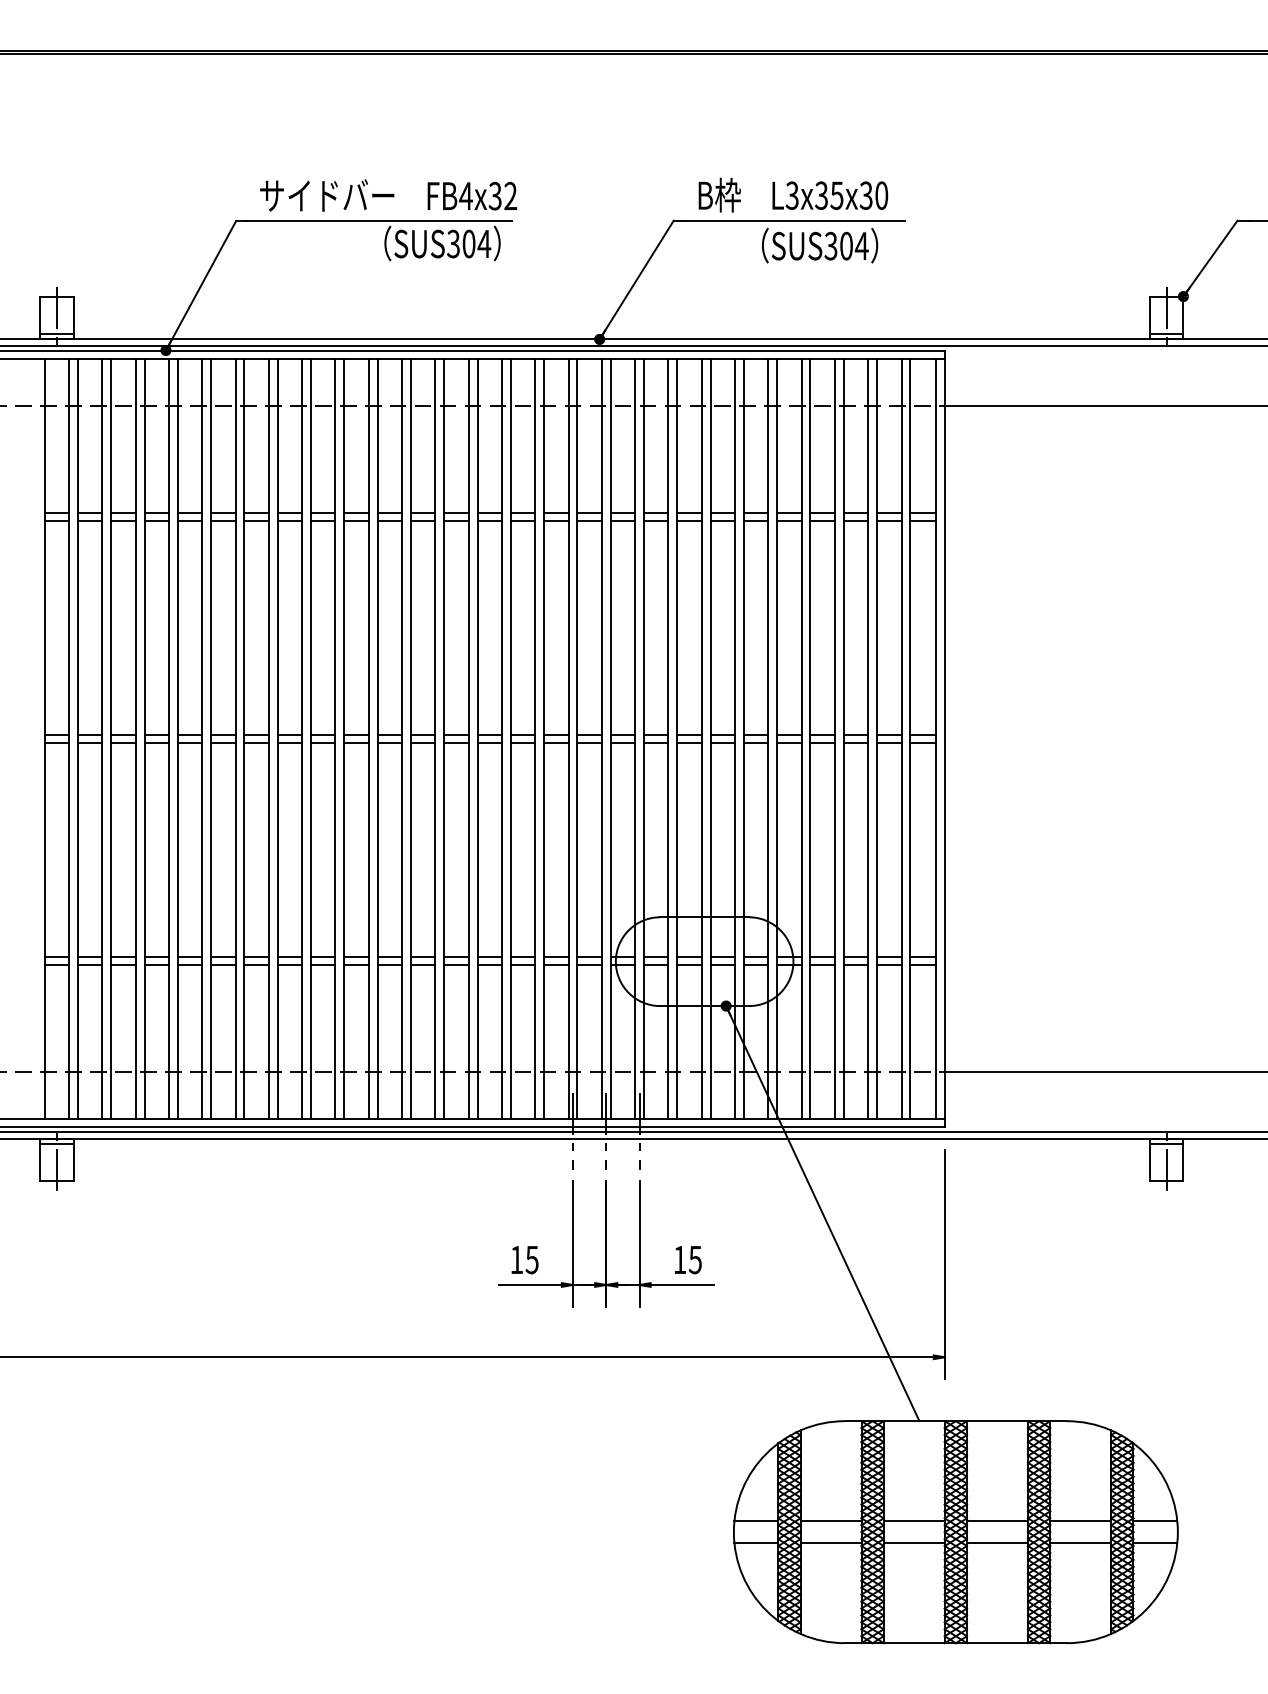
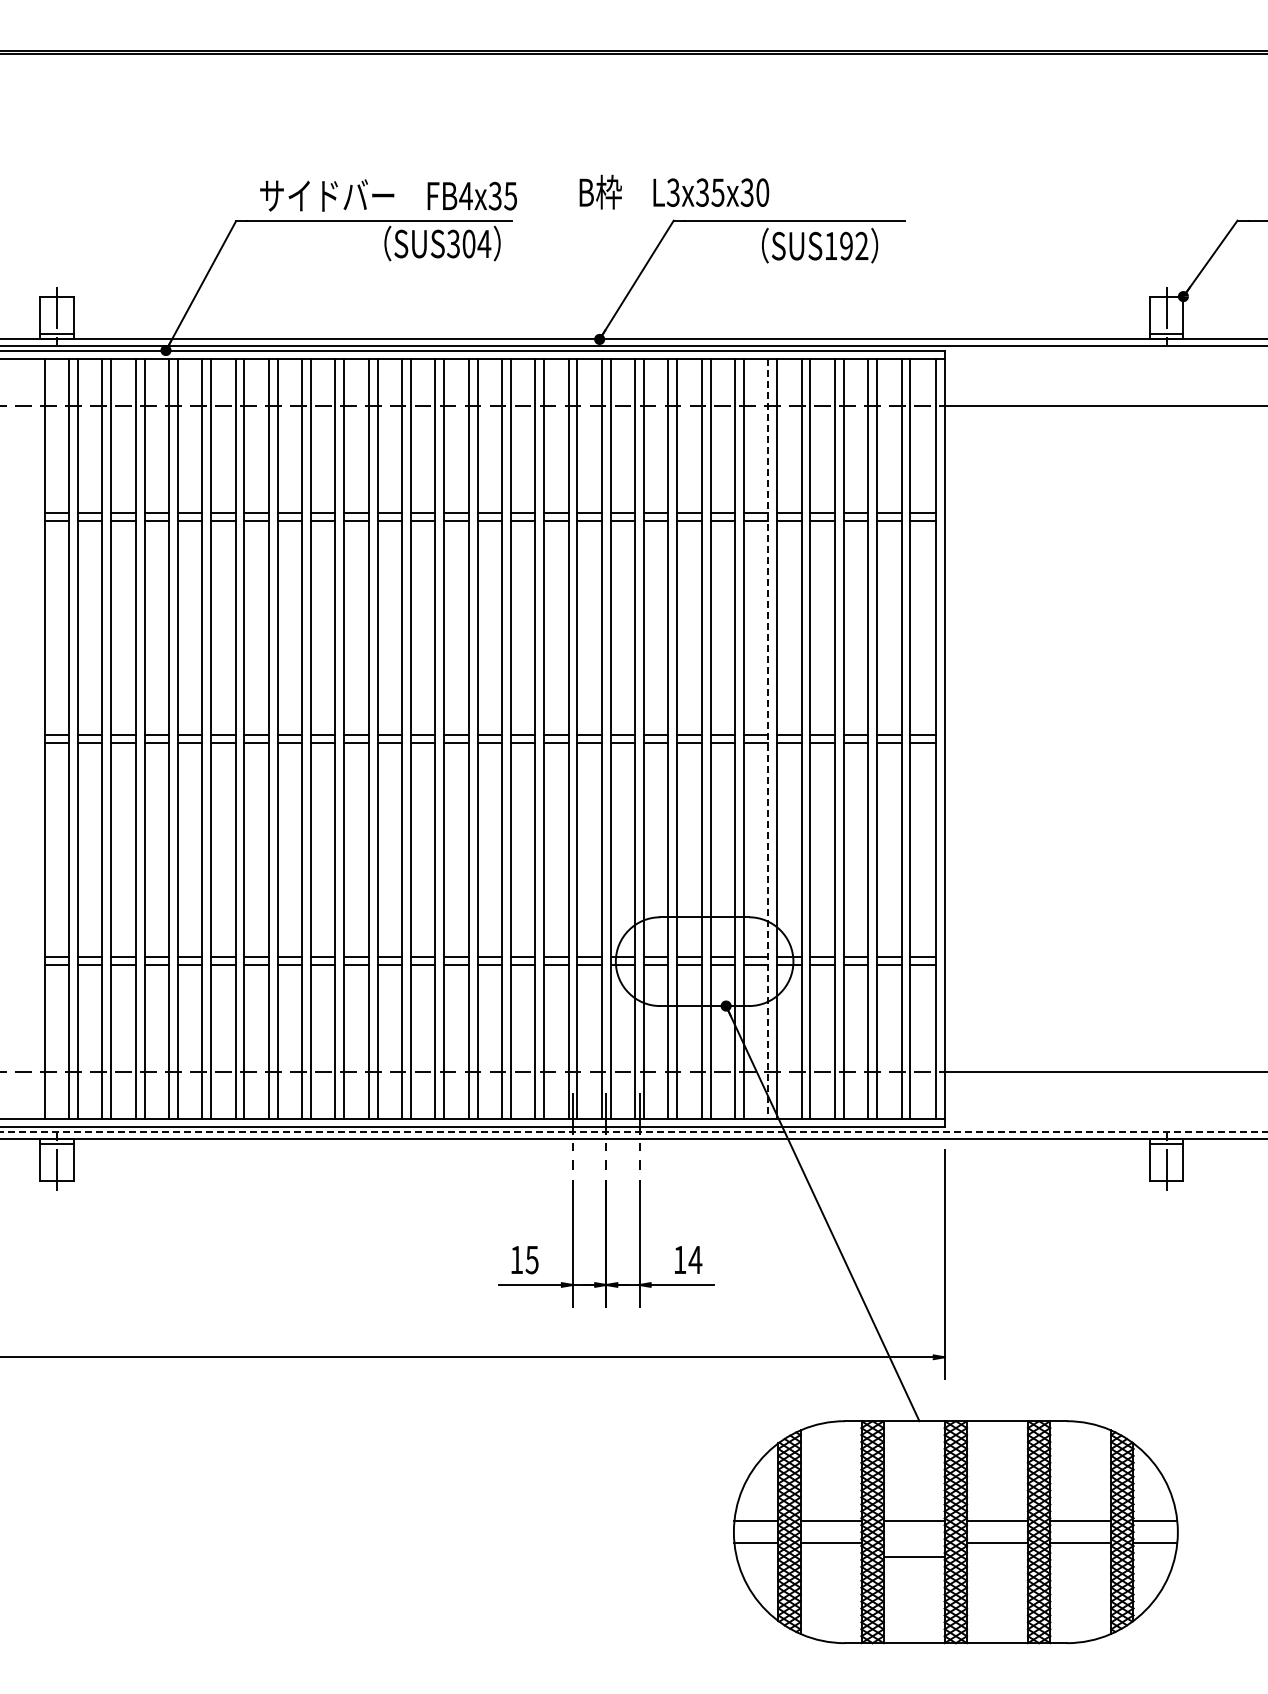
text at (793, 194) position: (793, 194) -> (674, 191)
text at (510, 195): FB4x32 -> FB4x35
text at (846, 245): SUS304 -> SUS192
line at (768, 739): solid -> dashed
line at (634, 1131): solid -> dashed
text at (695, 1260): 15 -> 14
line at (913, 1543) position: (913, 1543) -> (913, 1557)
